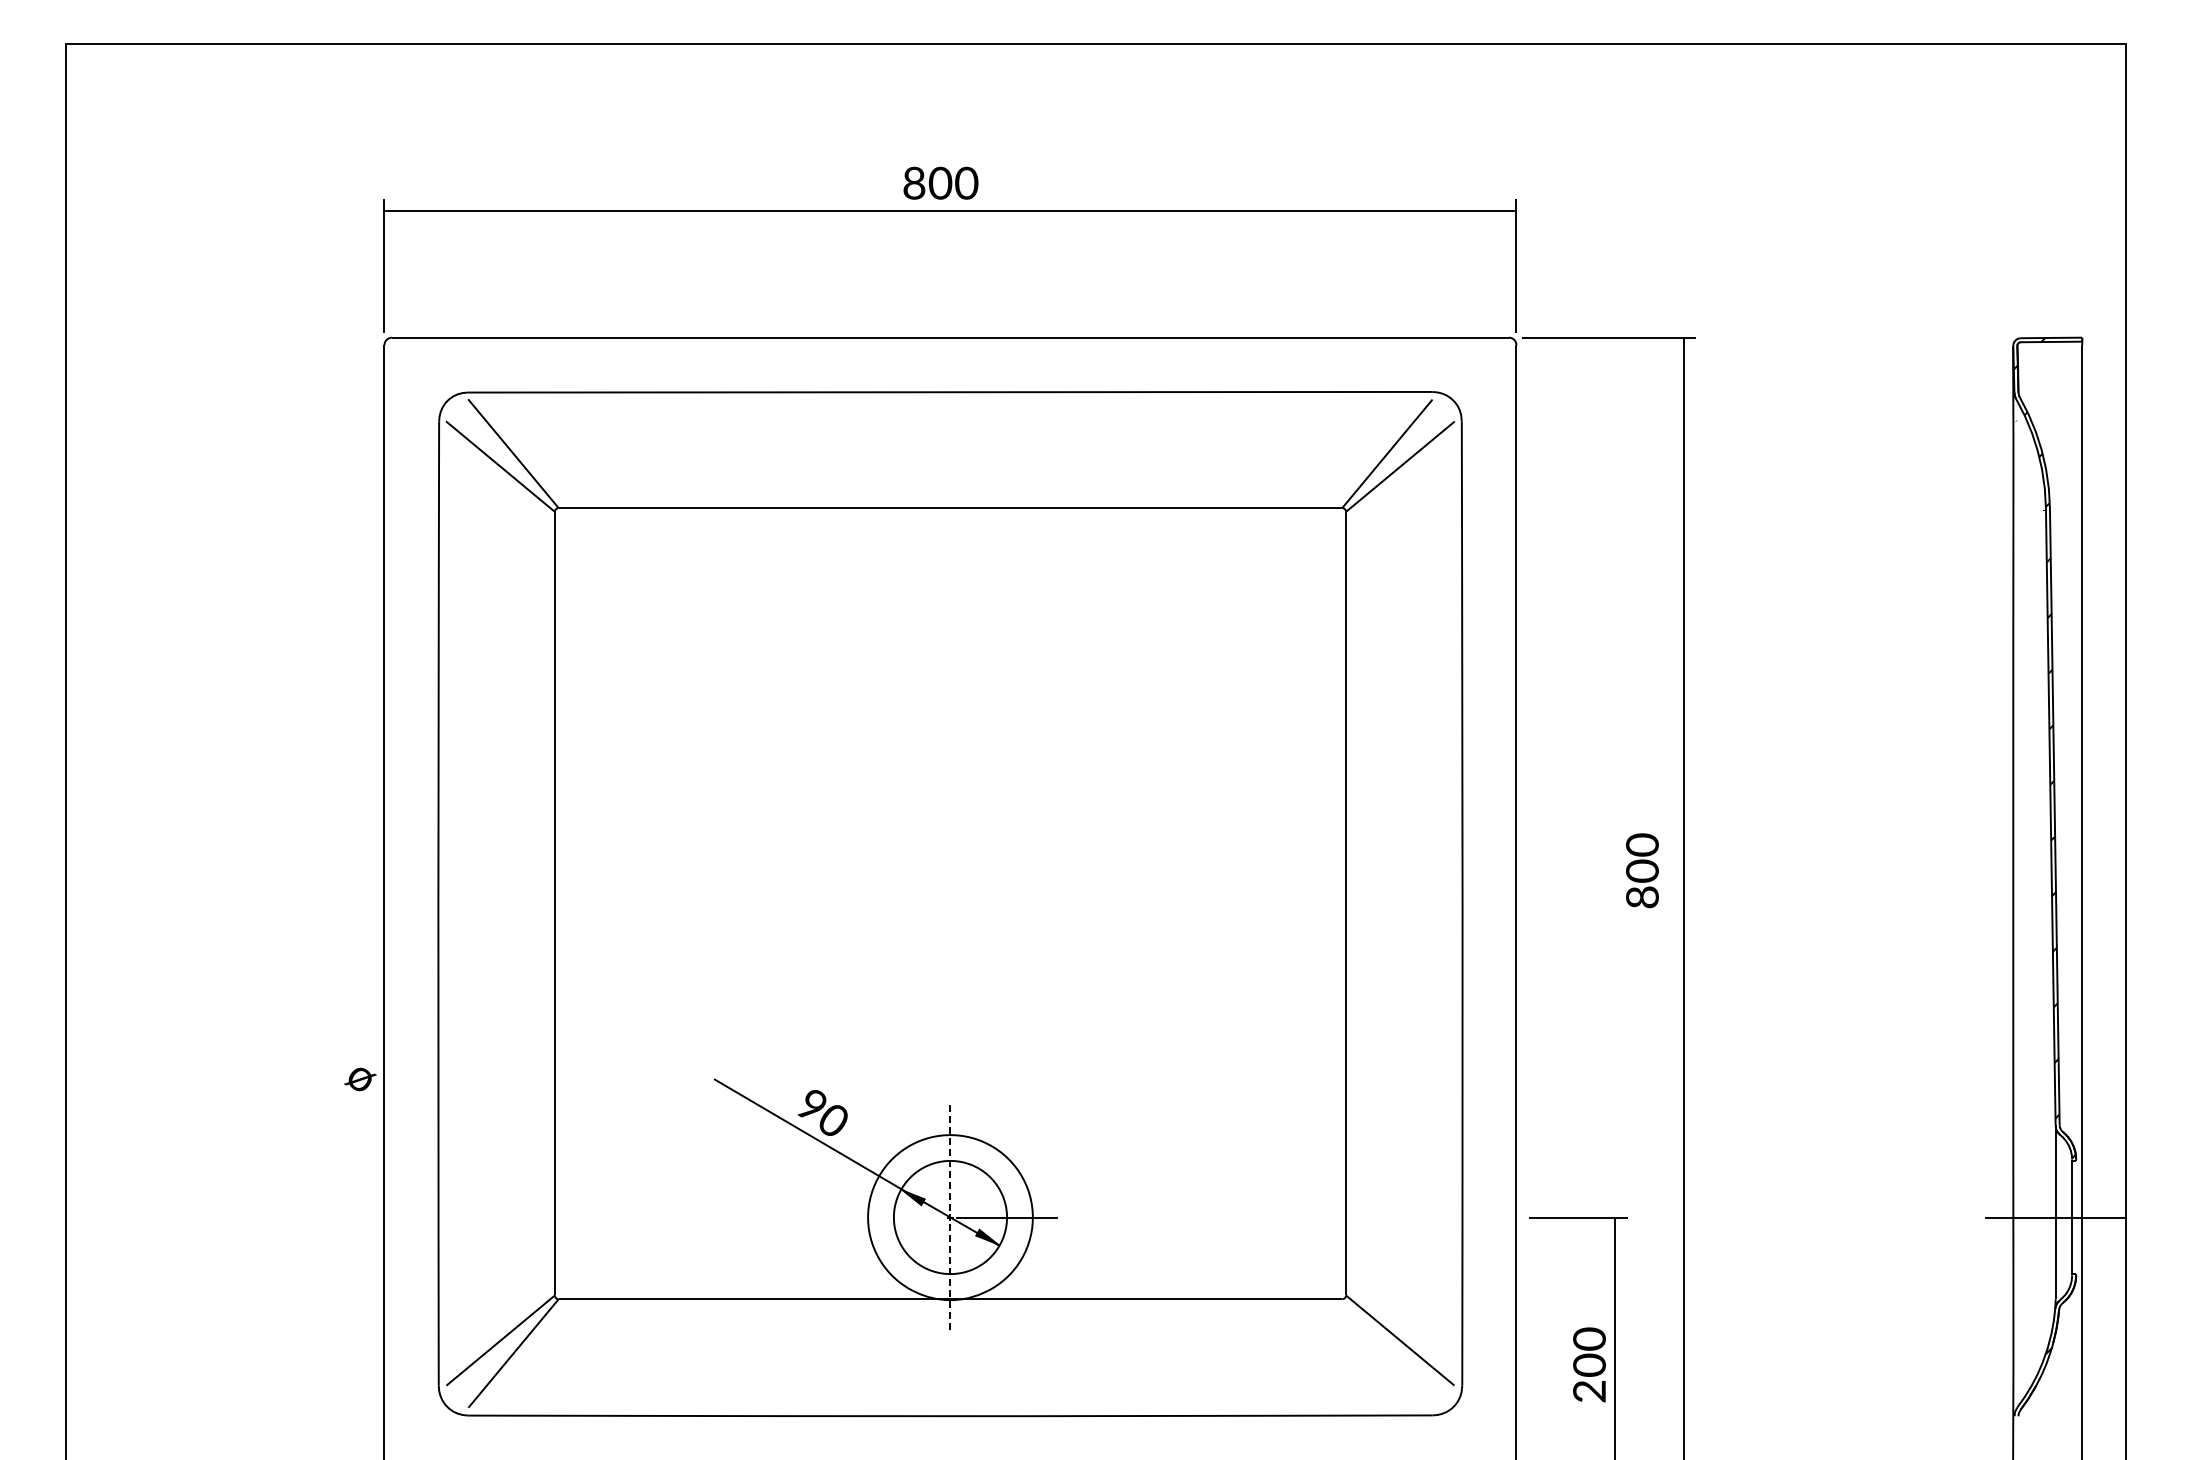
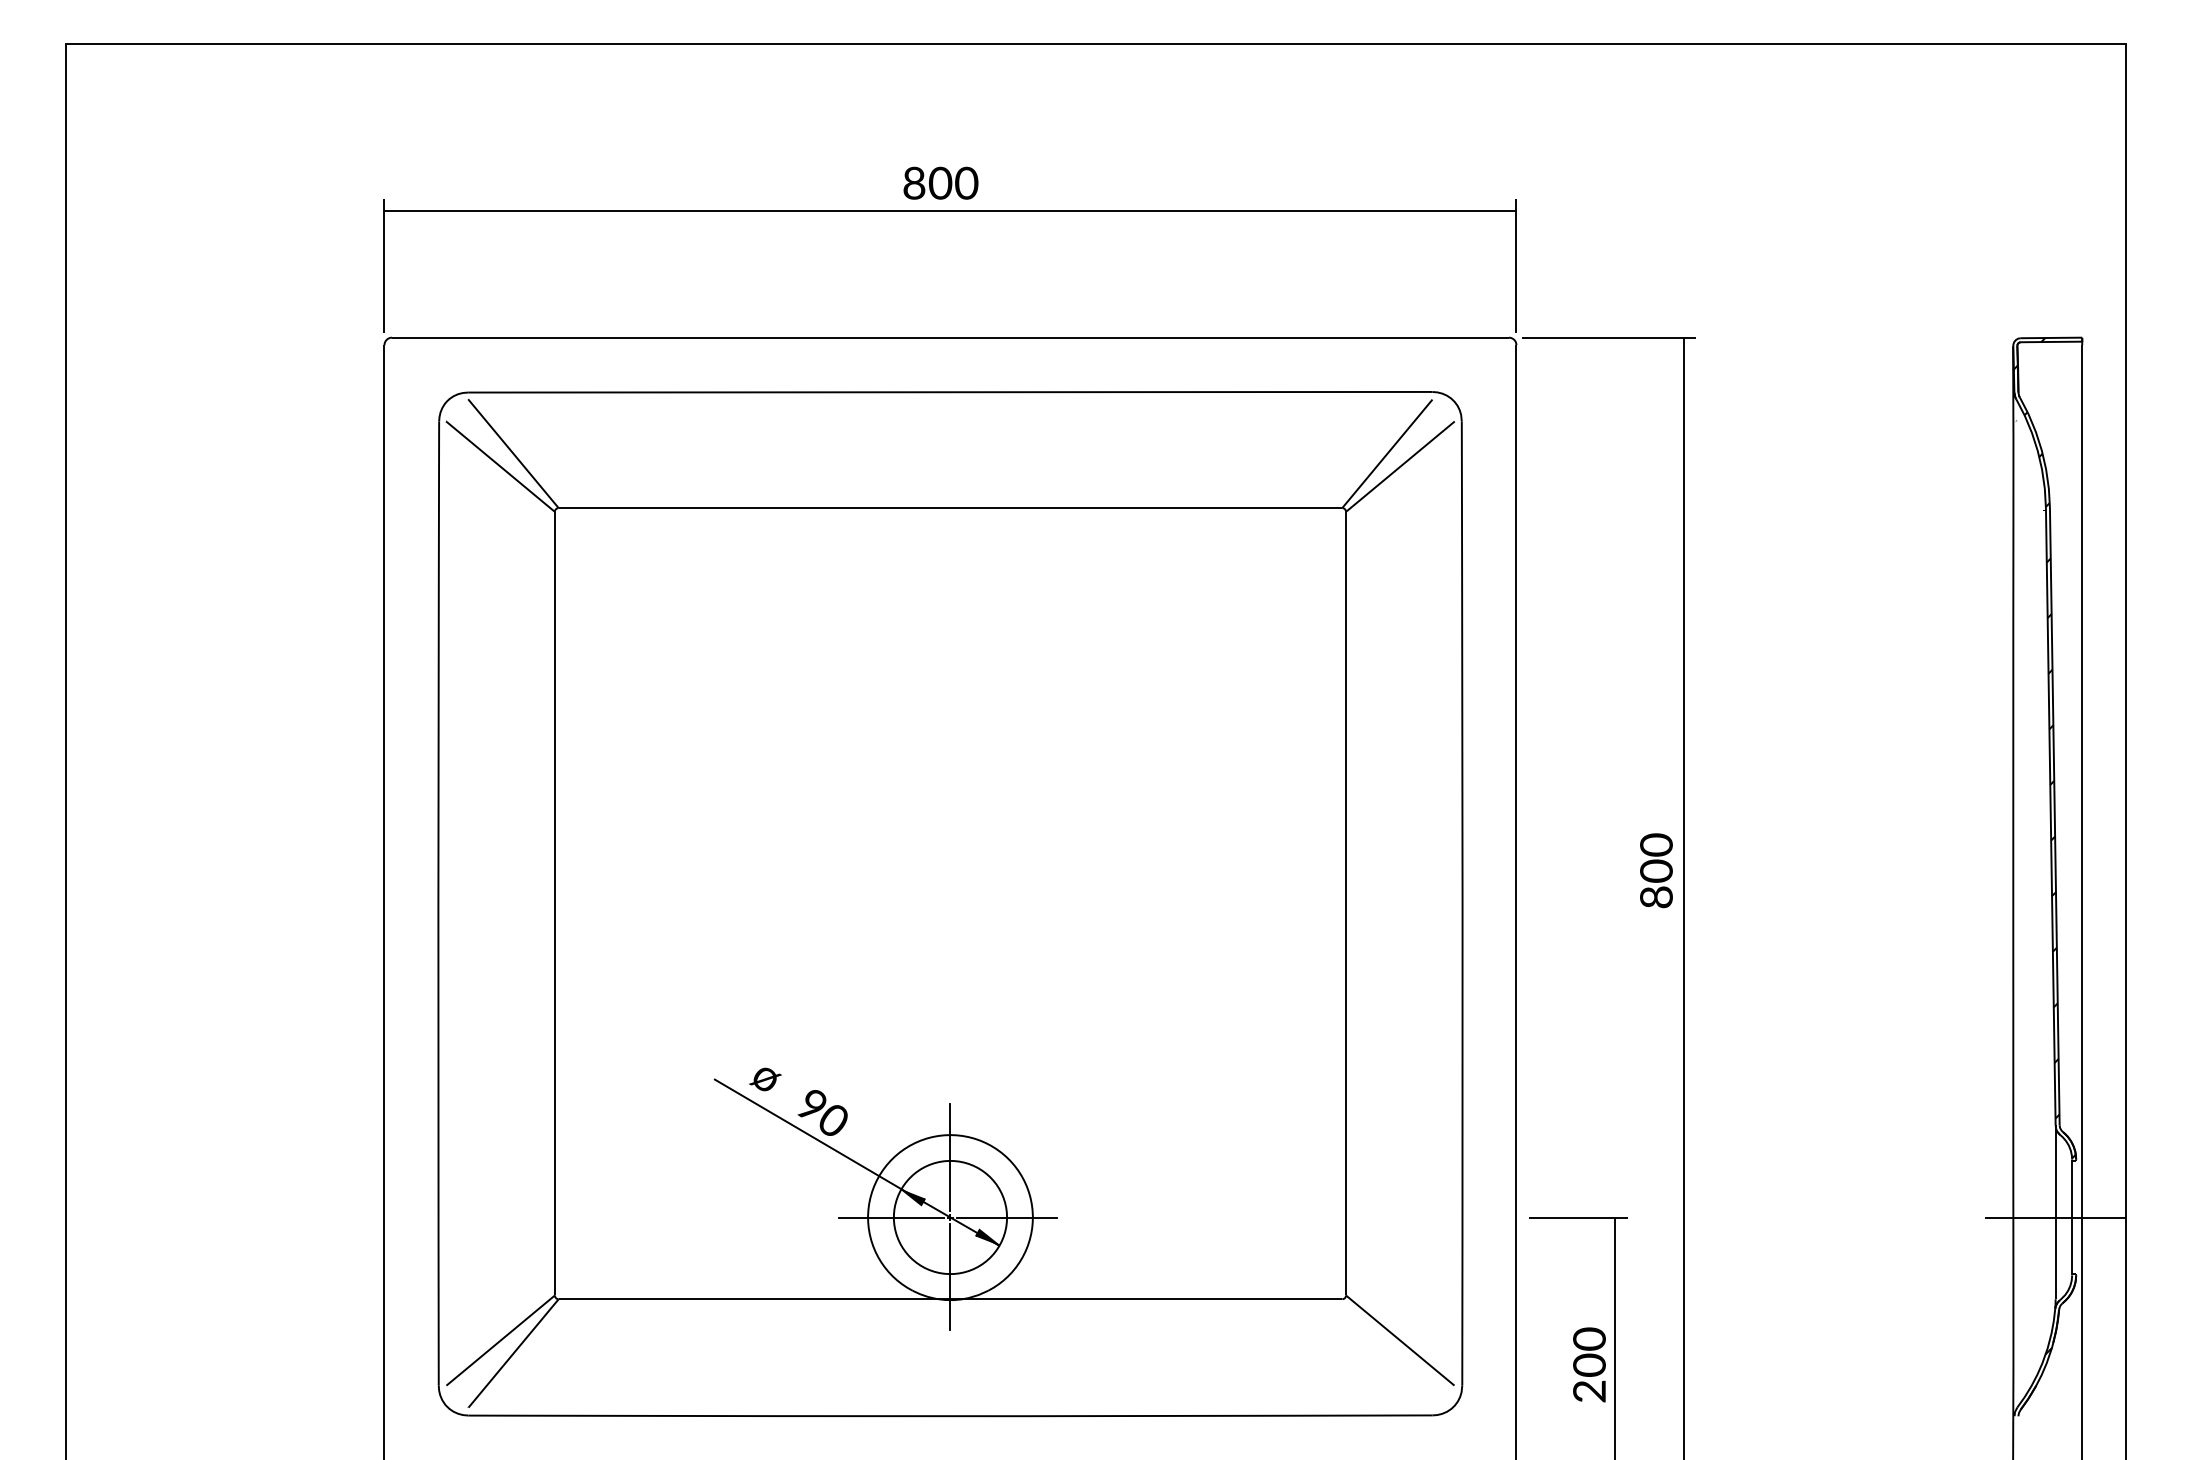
text at (1642, 870) position: (1642, 870) -> (1656, 870)
text at (360, 1079) position: (360, 1079) -> (765, 1079)
line at (950, 1157): dashed -> solid
line at (891, 1217): none -> present
line at (950, 1277): dashed -> solid
